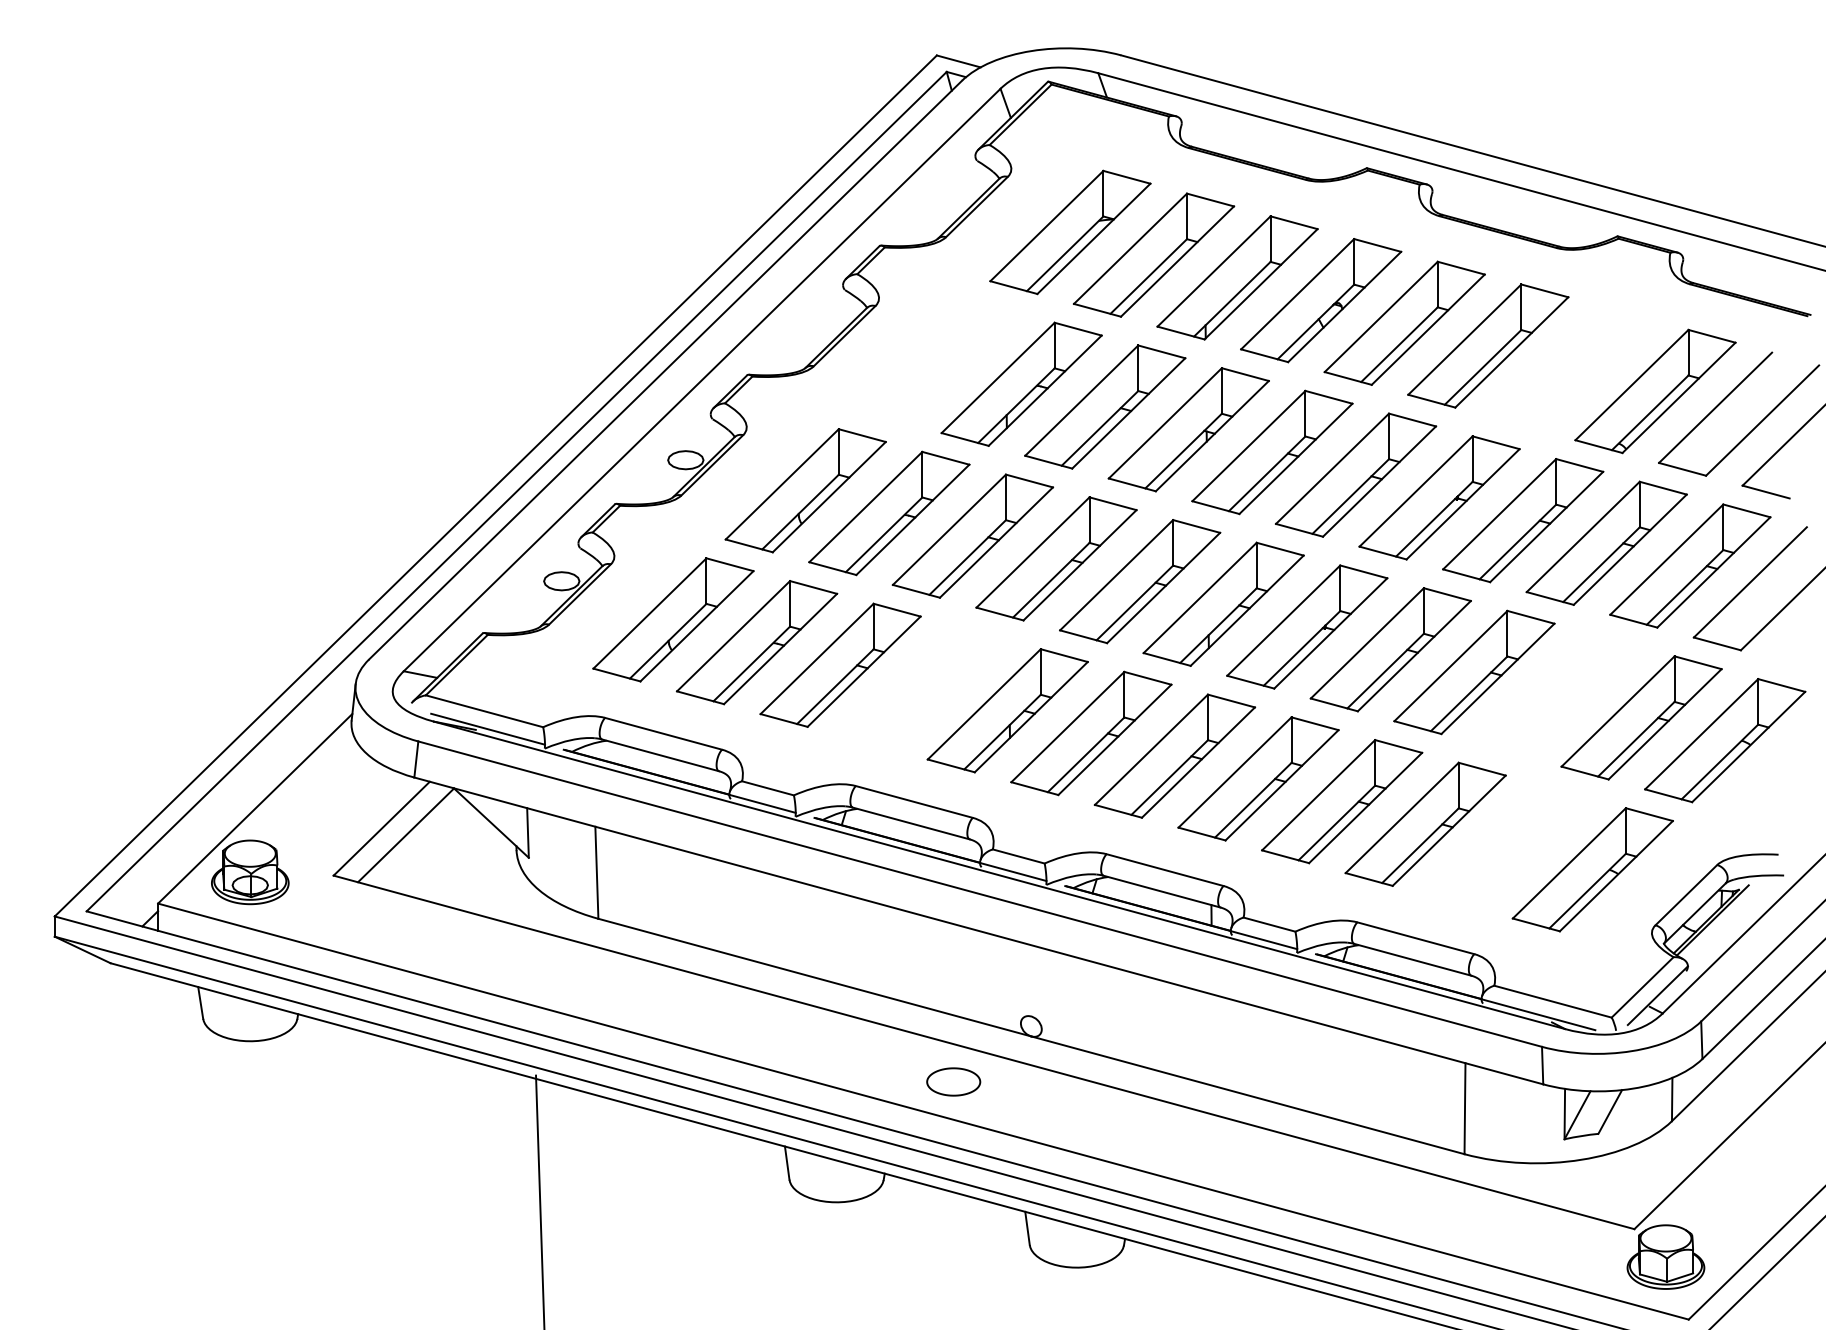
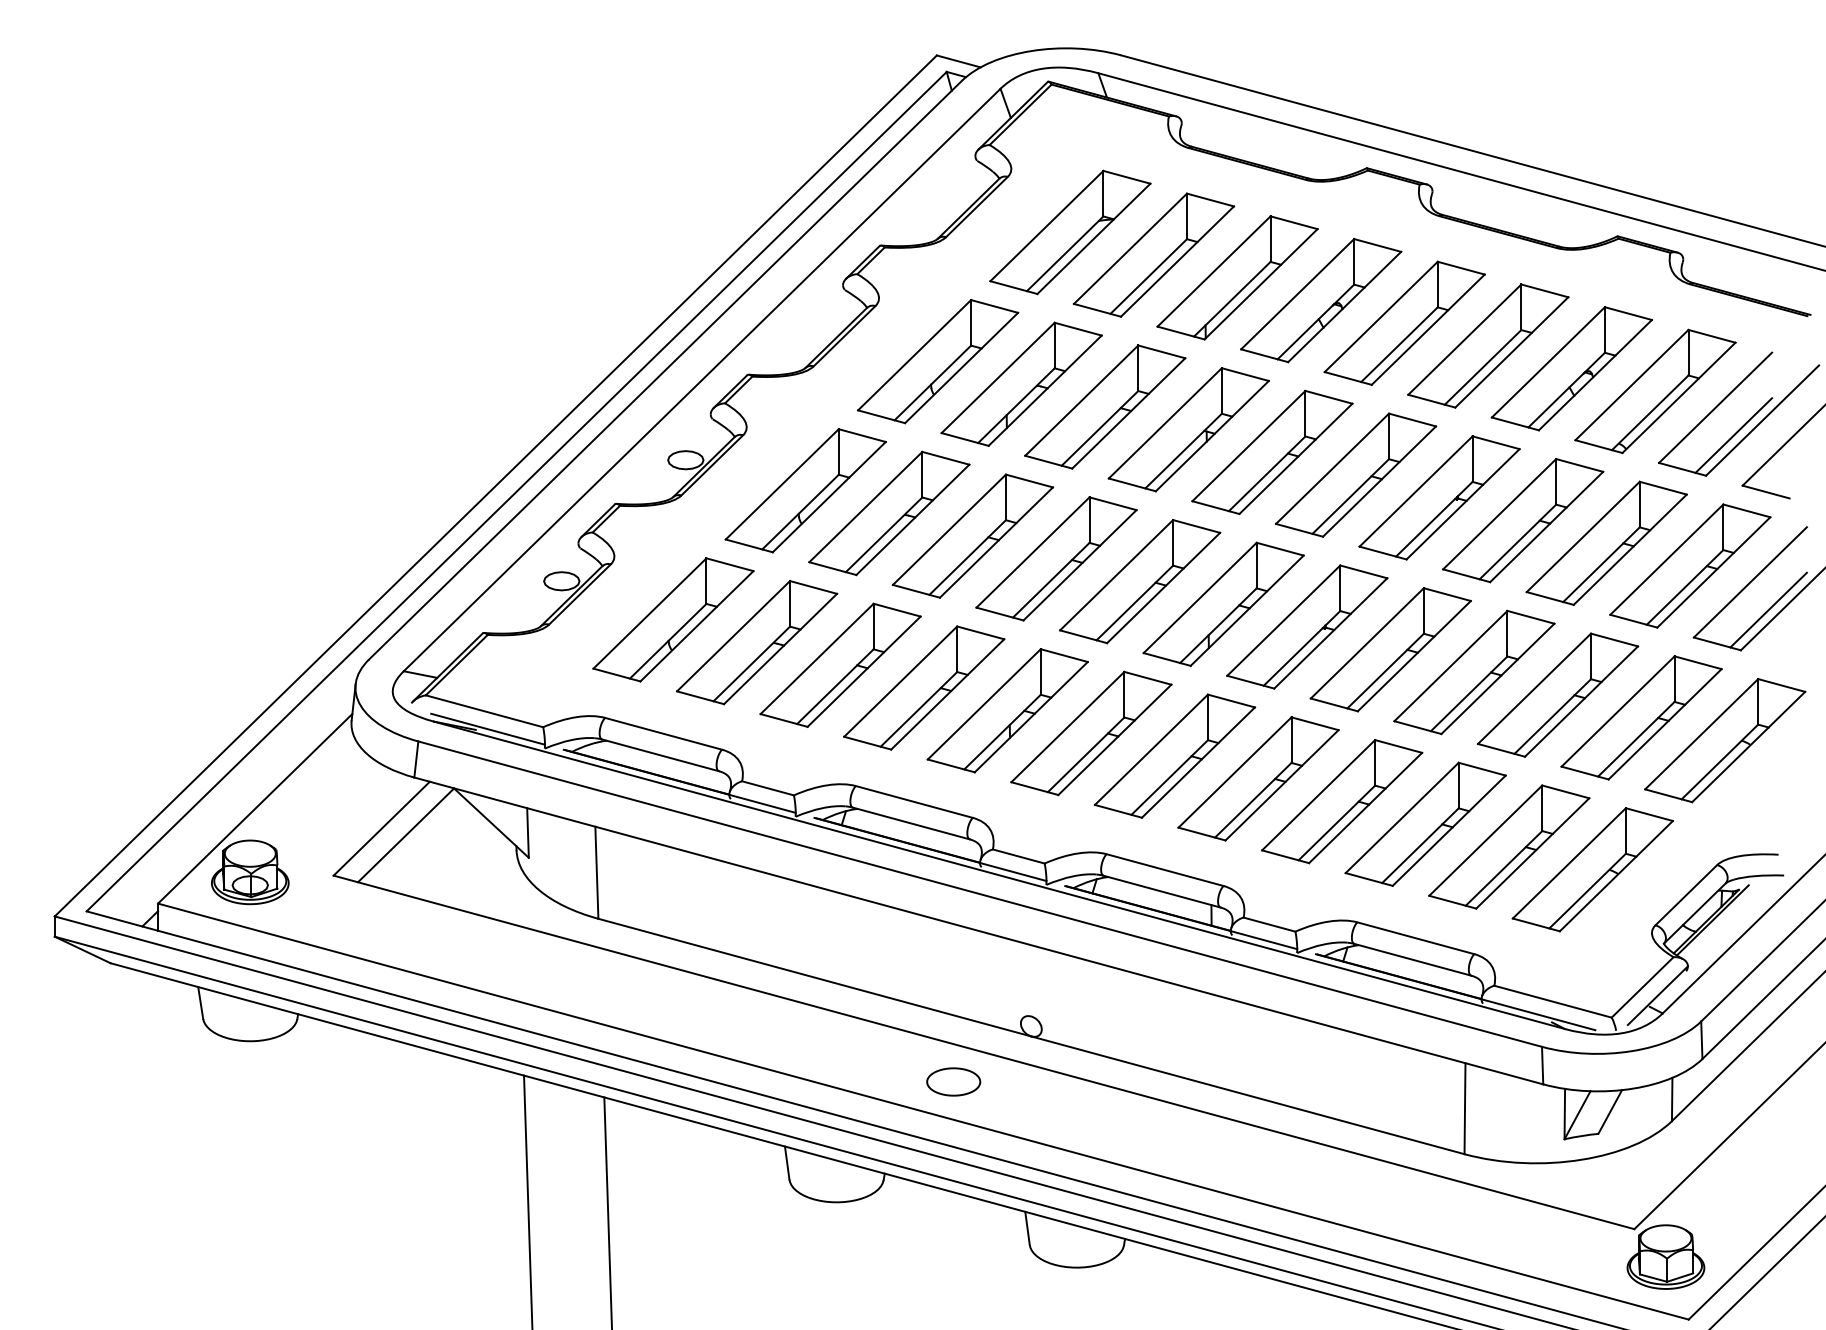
part at (938, 361): none -> present
part at (1571, 368): none -> present
line at (1733, 435): none -> present
line at (1768, 609): none -> present
part at (924, 687): none -> present
part at (1558, 694): none -> present
part at (1509, 846): none -> present
line at (540, 1200) position: (540, 1200) -> (528, 1200)
line at (607, 1211): none -> present
